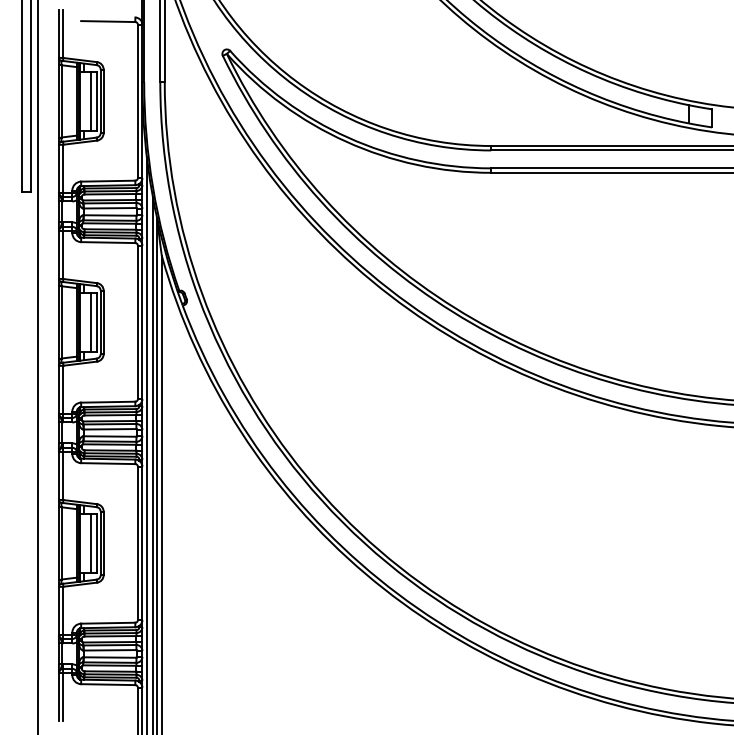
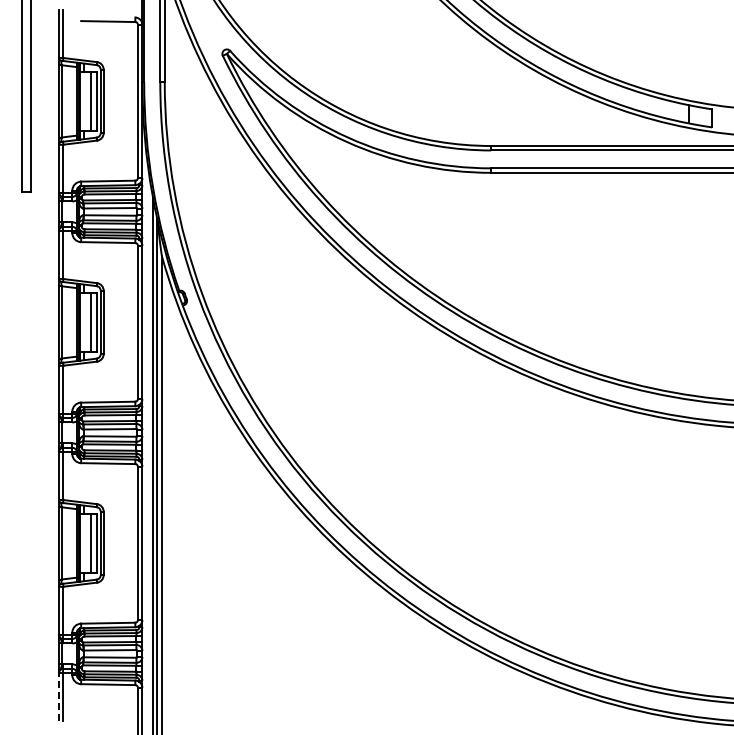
line at (38, 366): present -> none
line at (146, 444): present -> none
line at (58, 697): solid -> dashed
